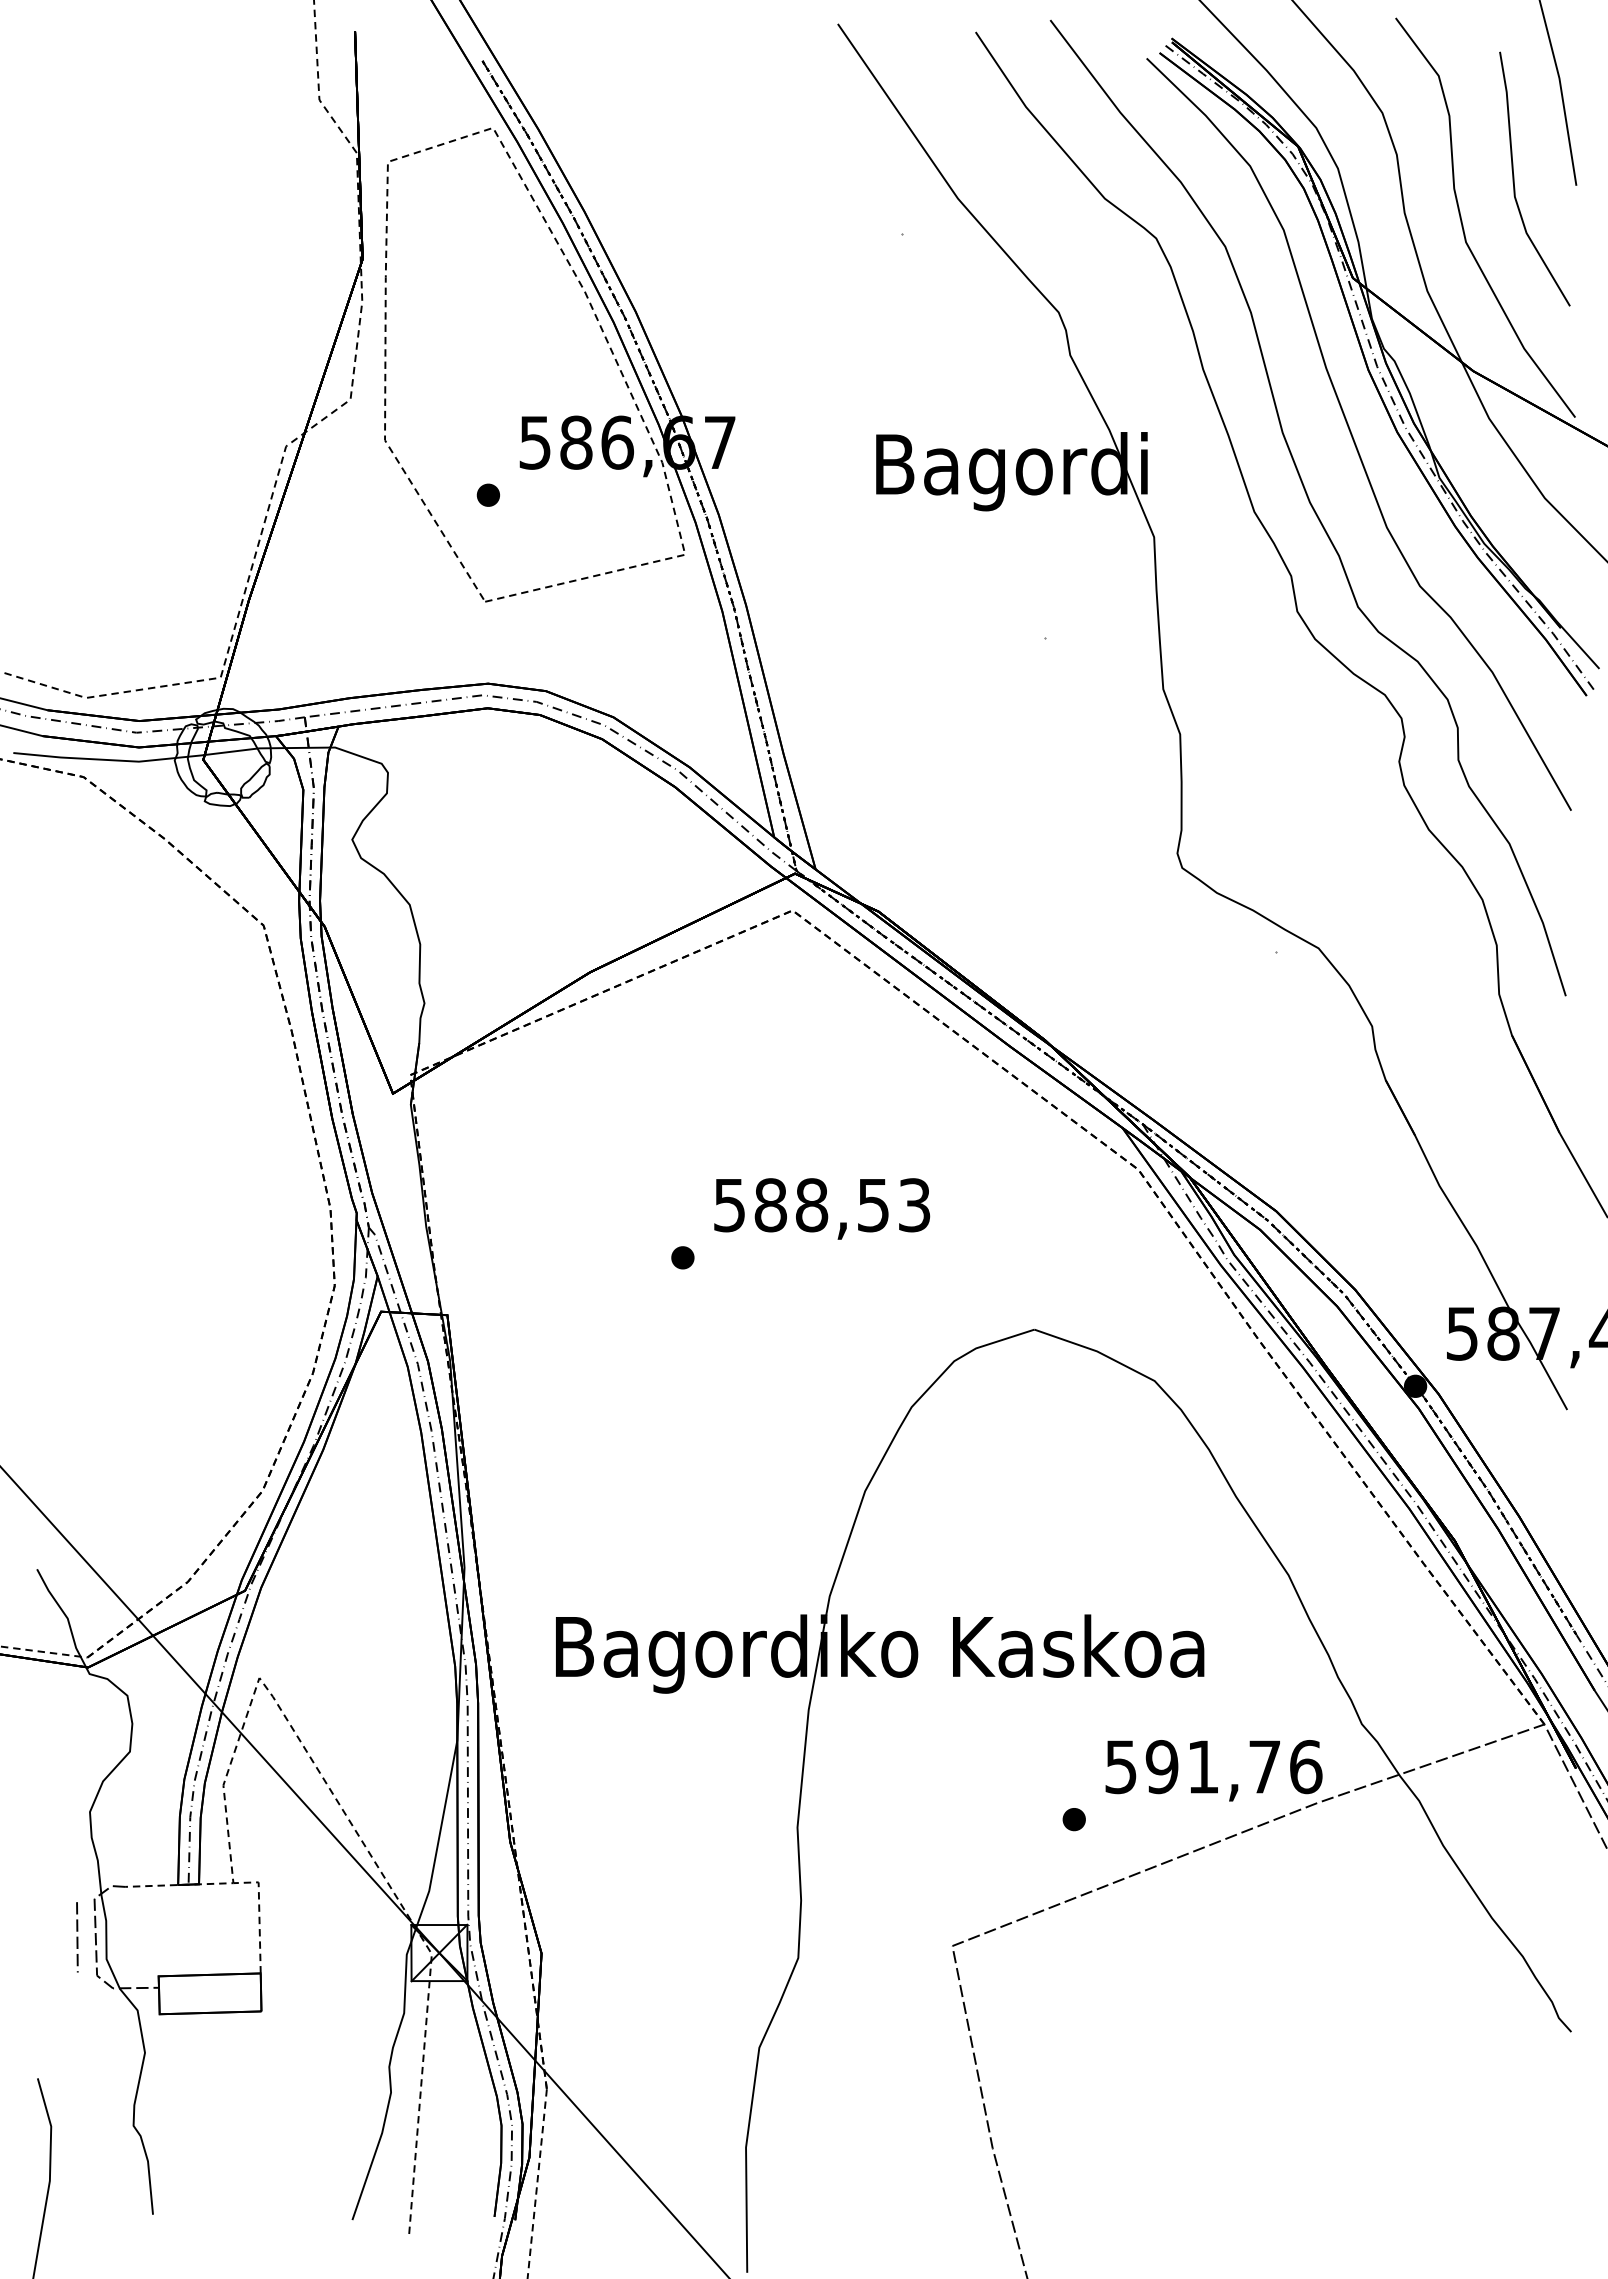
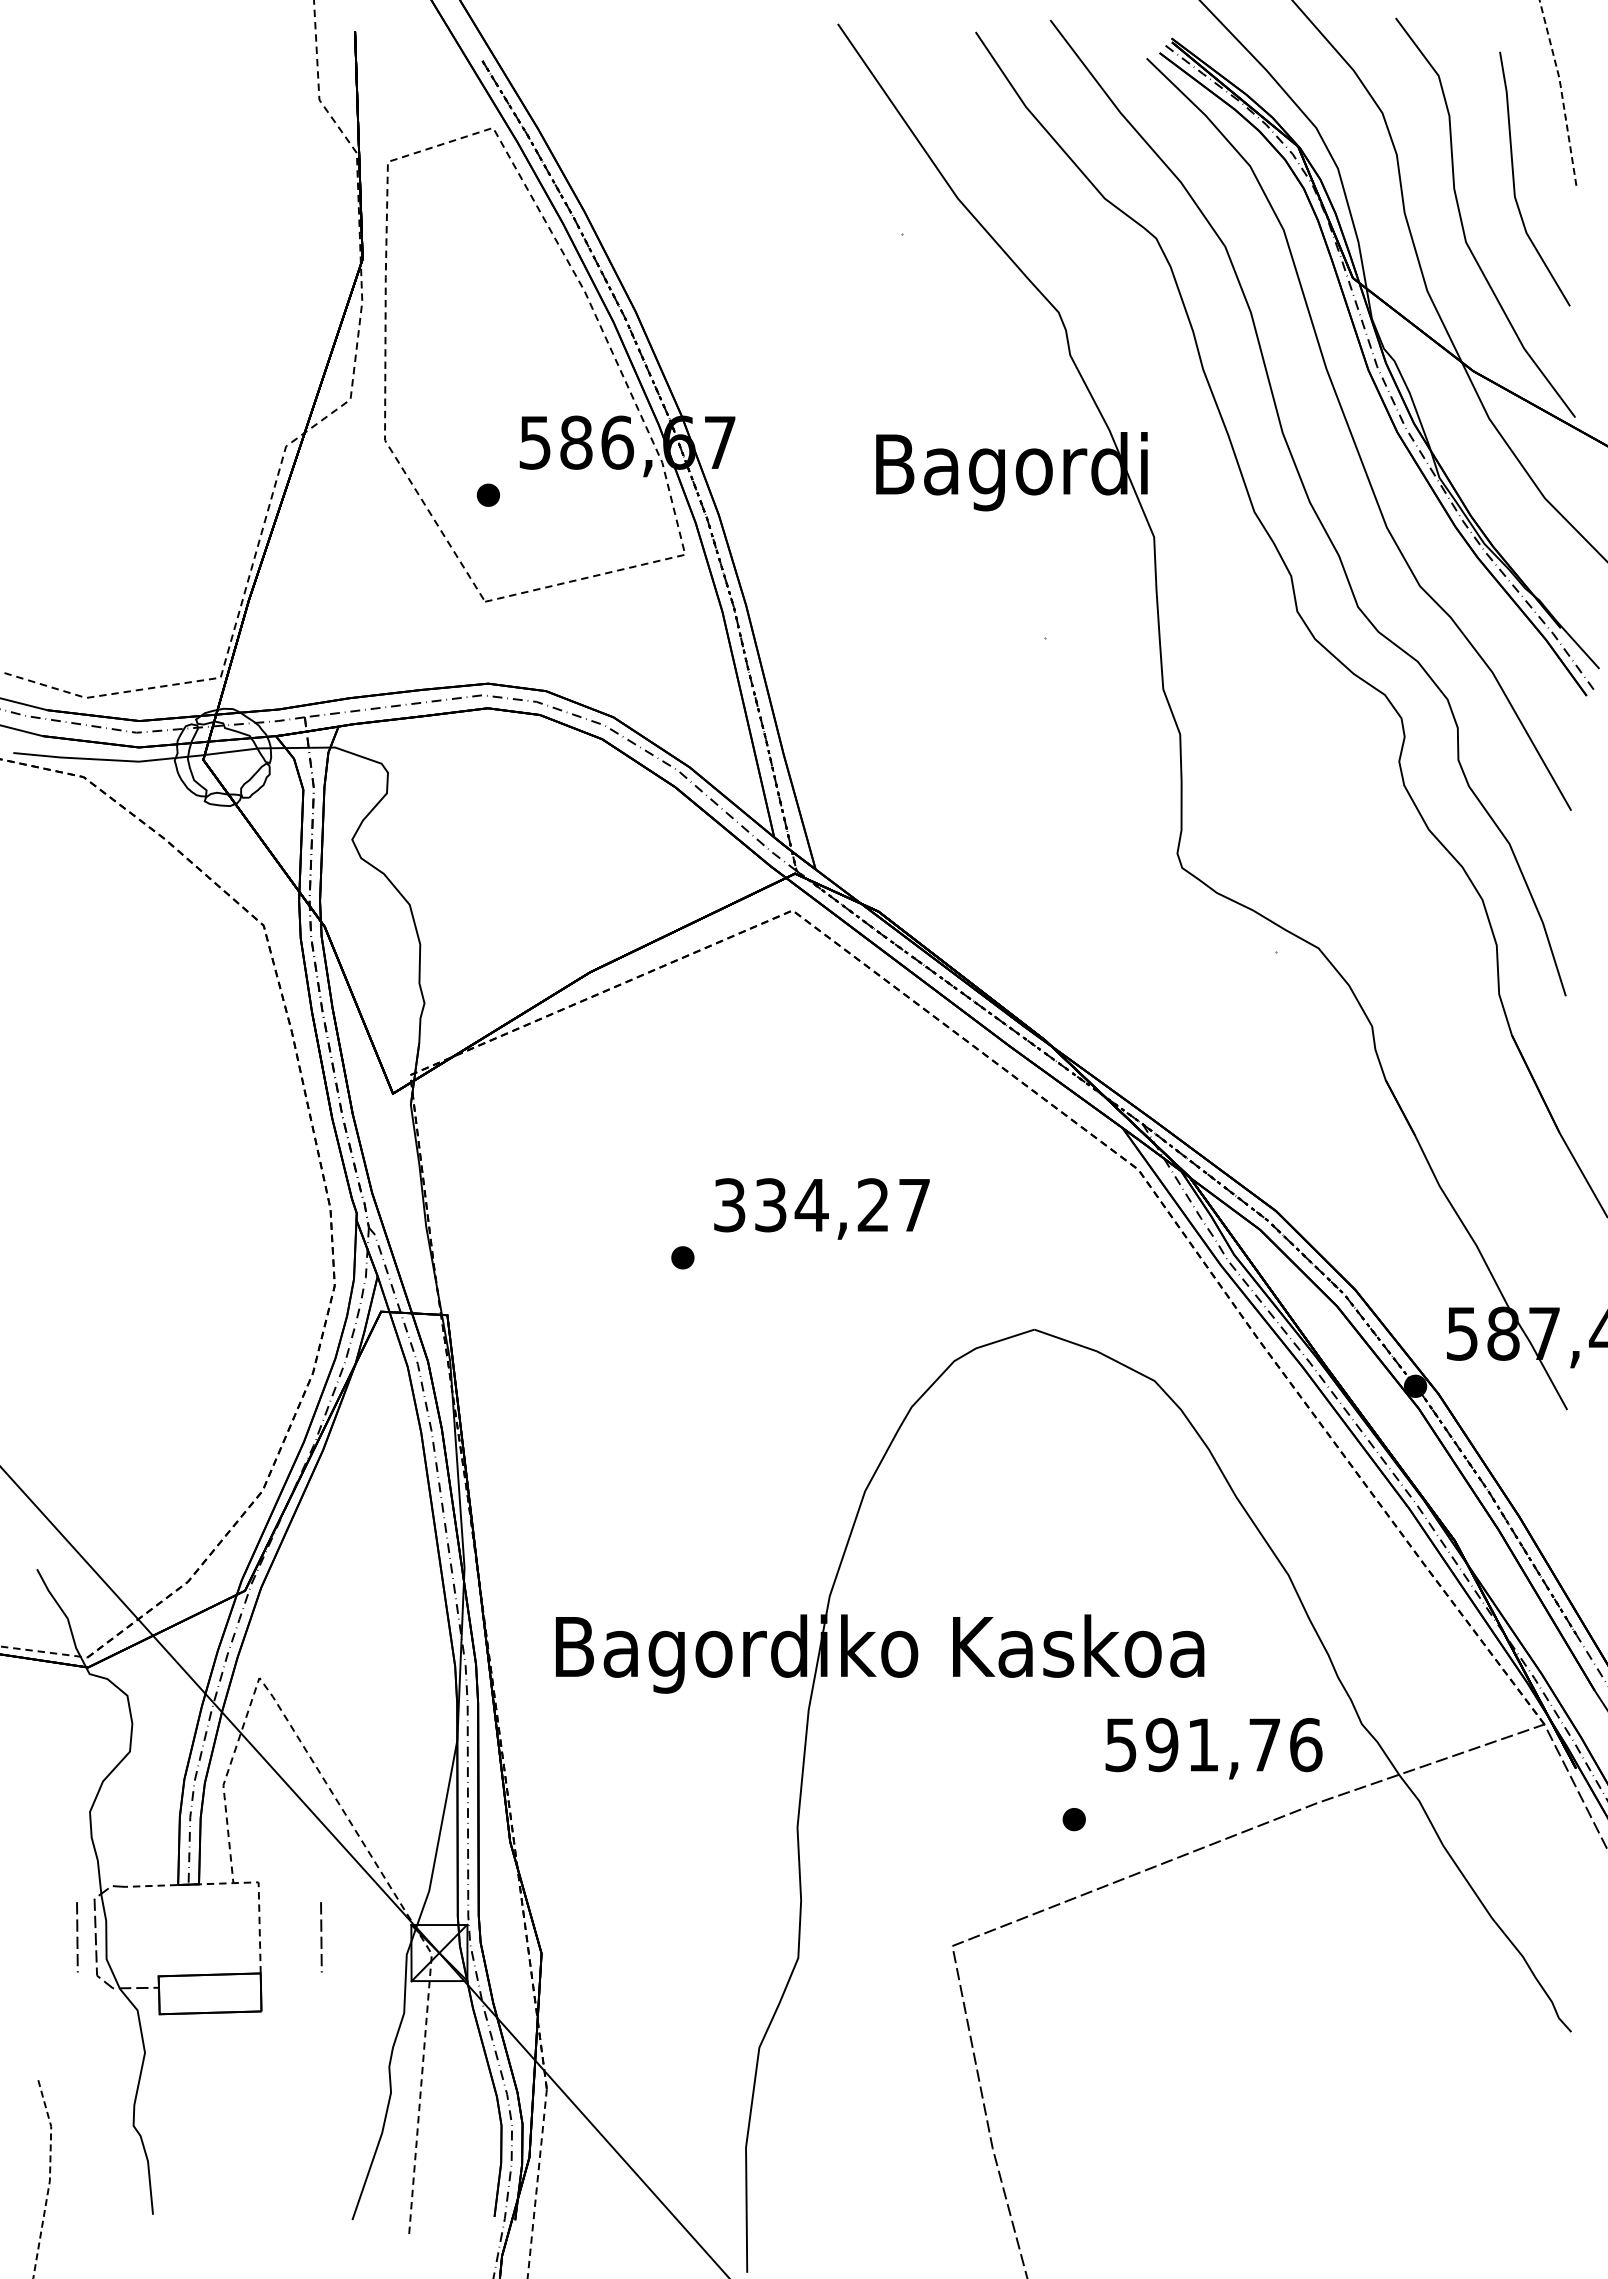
line at (1561, 91): solid -> dashed
text at (822, 1205): 588,53 -> 334,27
text at (1213, 1770) position: (1213, 1770) -> (1213, 1748)
line at (321, 1937): none -> present
line at (50, 2177): solid -> dashed
